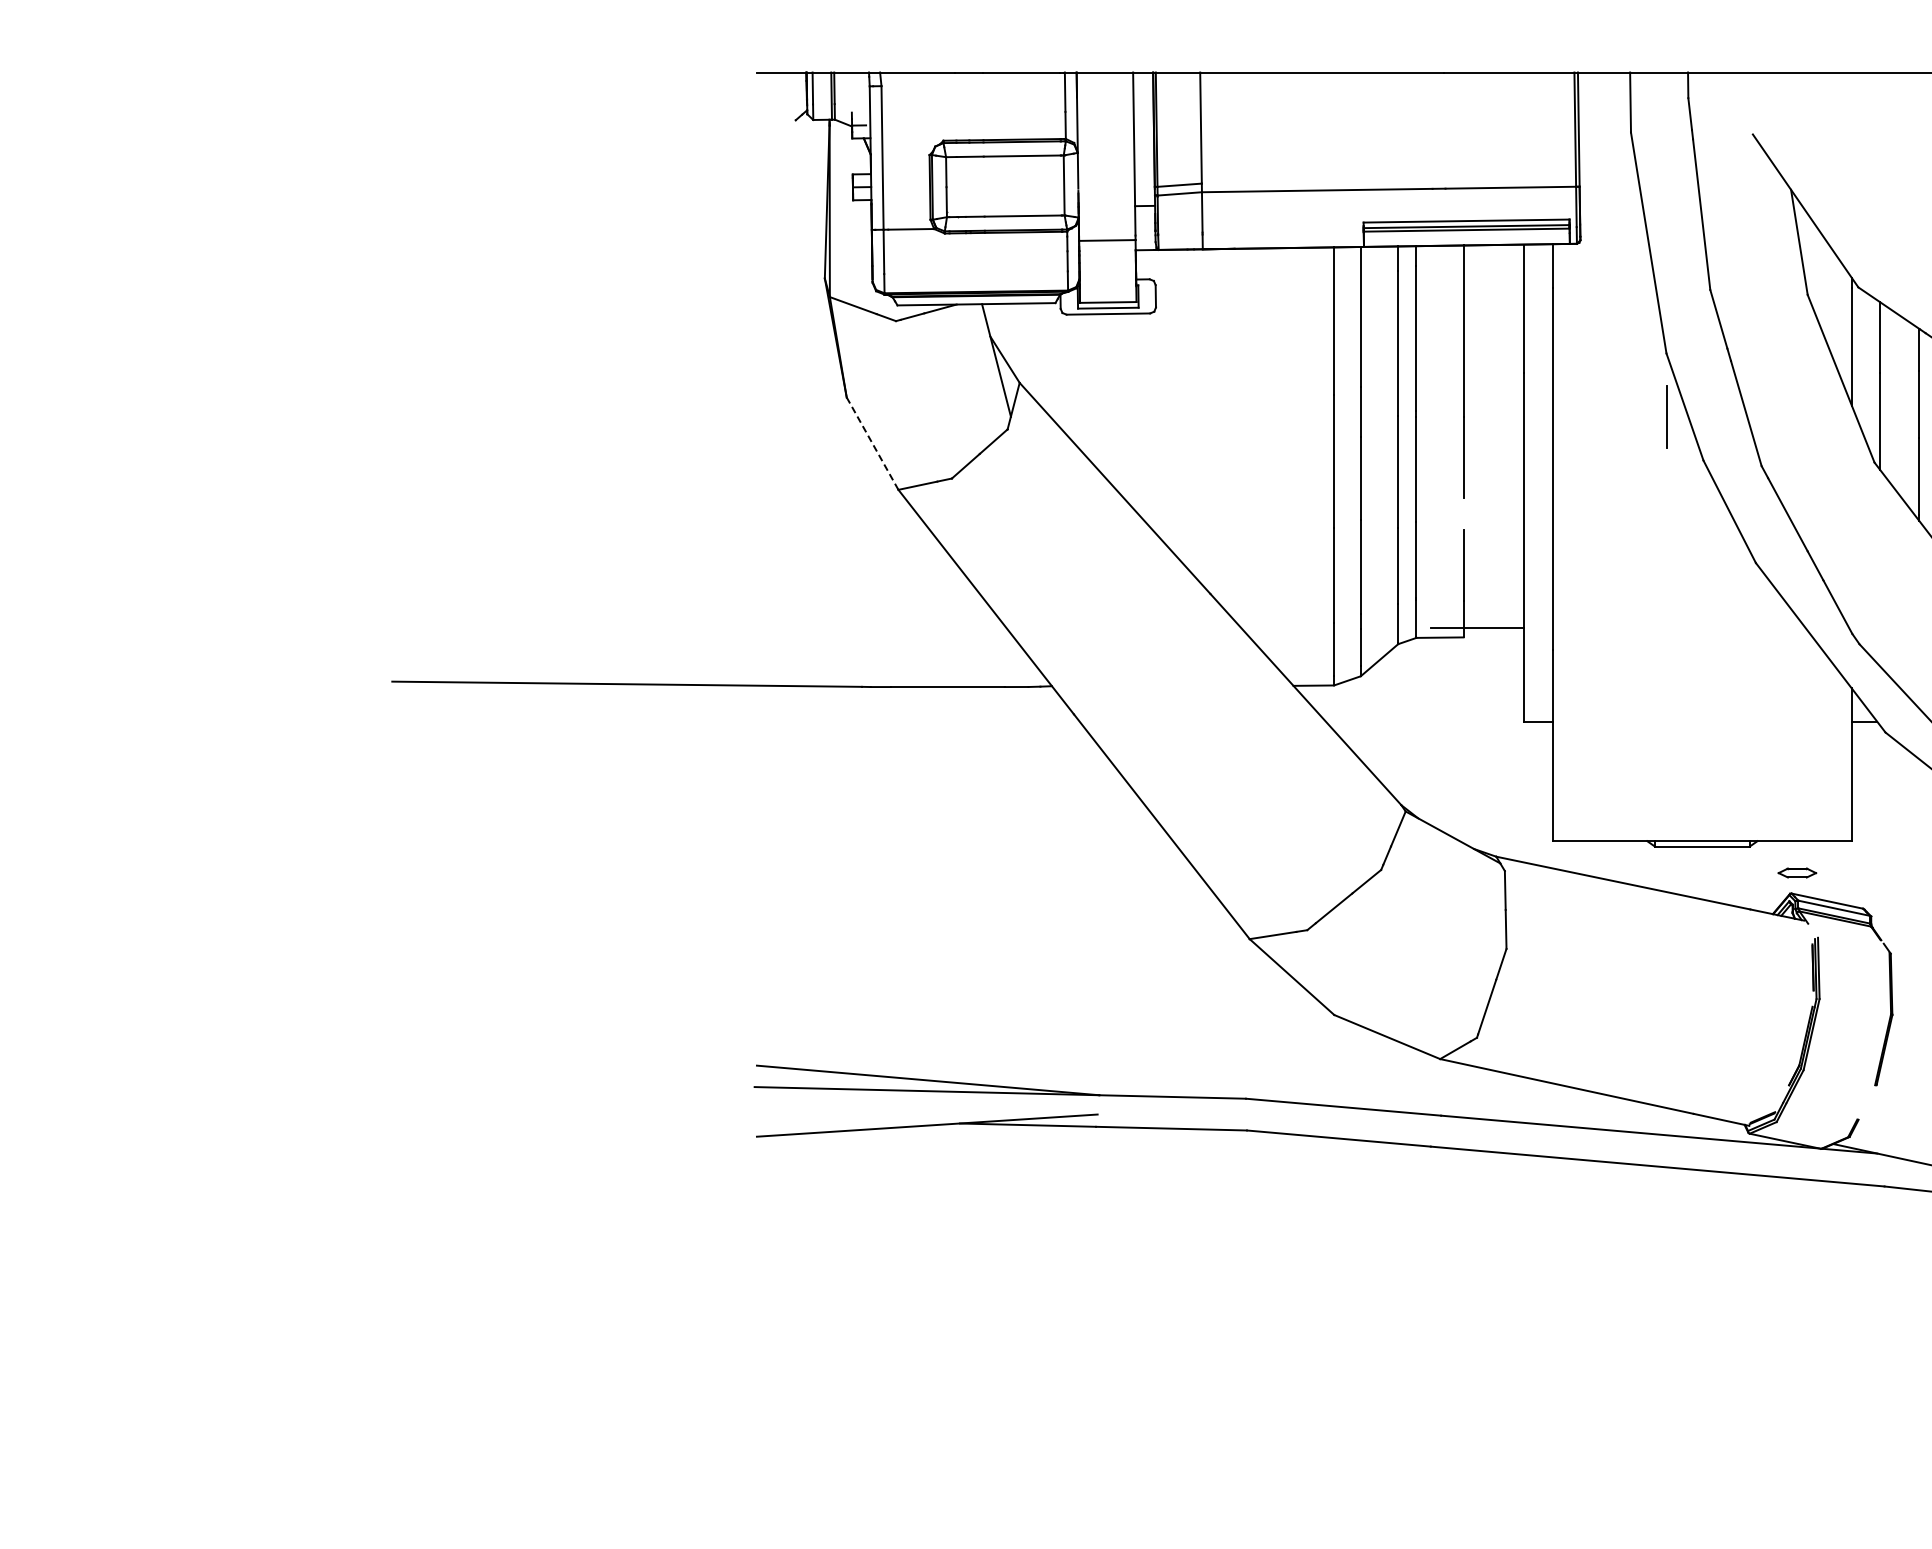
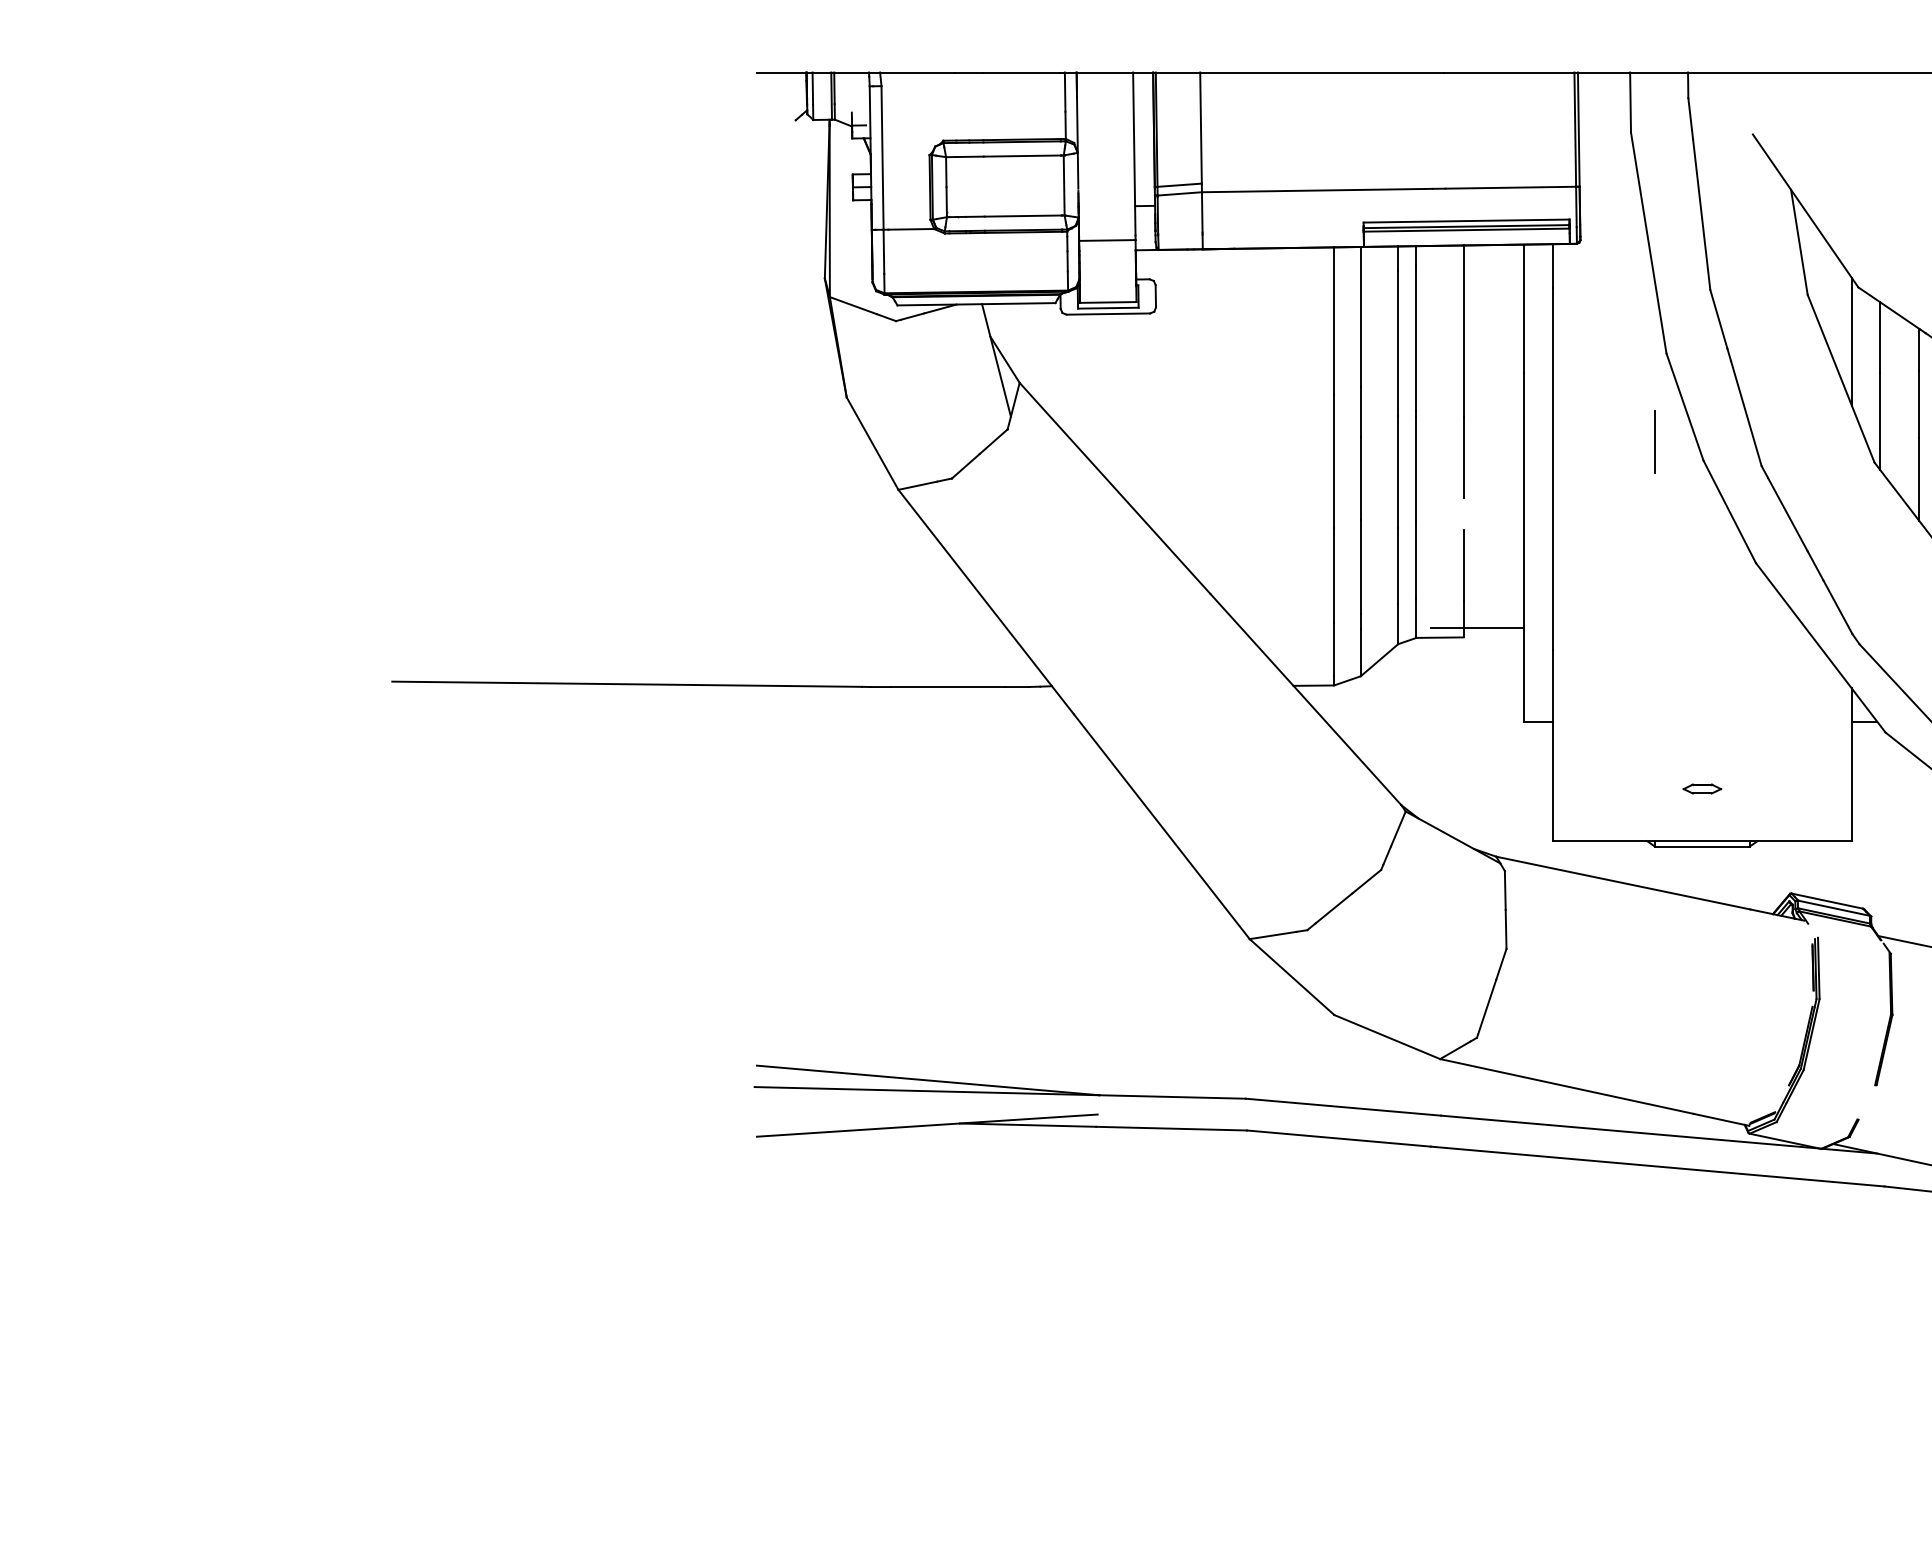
line at (1666, 416) position: (1666, 416) -> (1654, 441)
line at (872, 443): dashed -> solid
part at (1797, 872) position: (1797, 872) -> (1702, 788)
line at (1903, 941): none -> present
